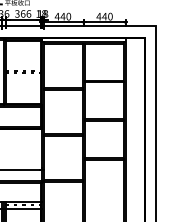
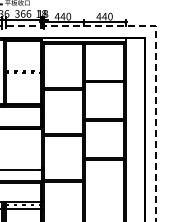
line at (155, 46): solid -> dashed
